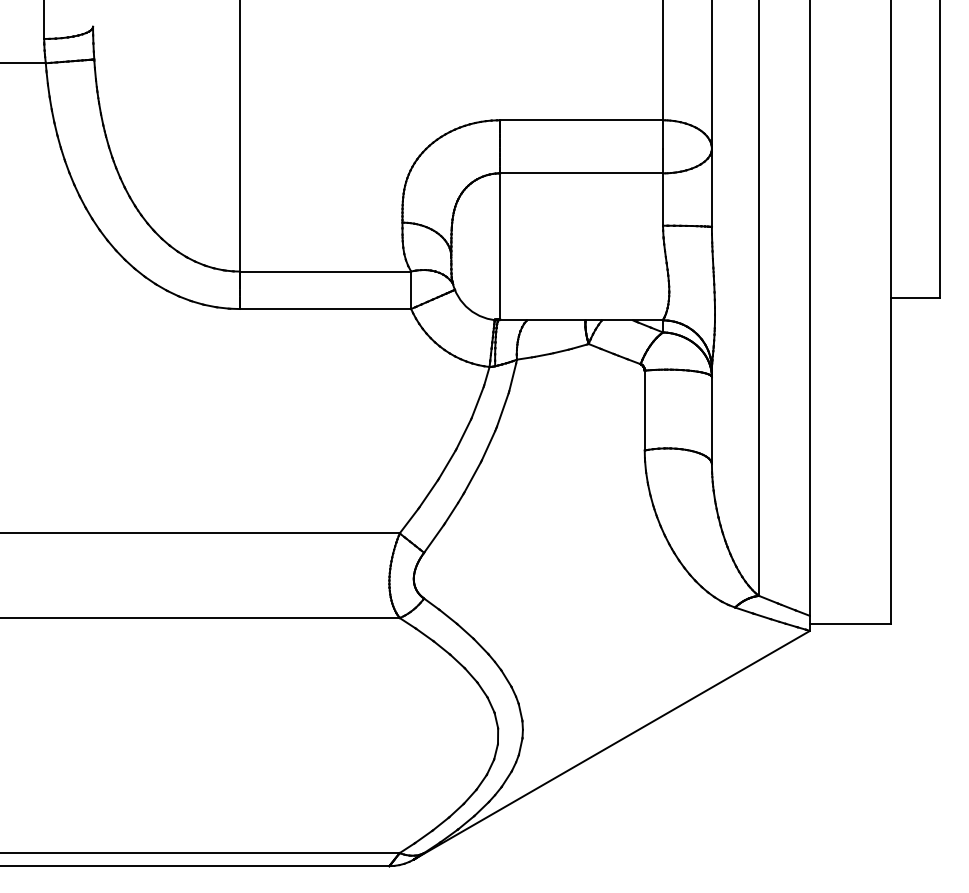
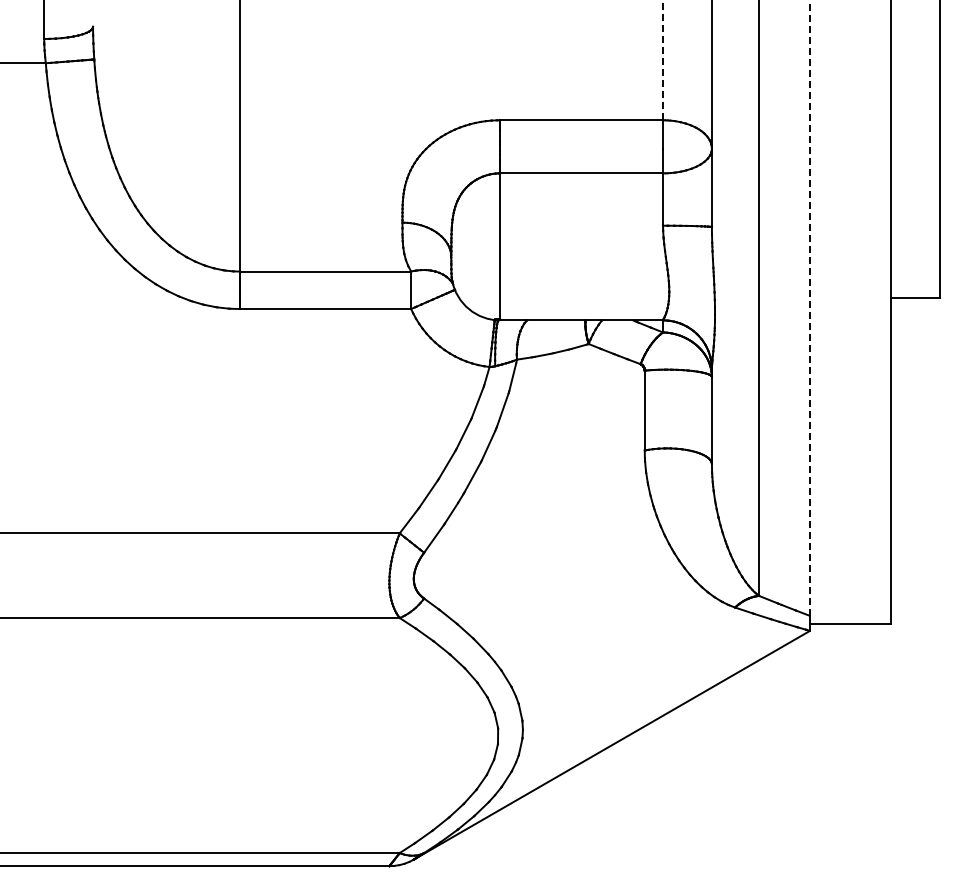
line at (663, 60): solid -> dashed
line at (809, 307): solid -> dashed
